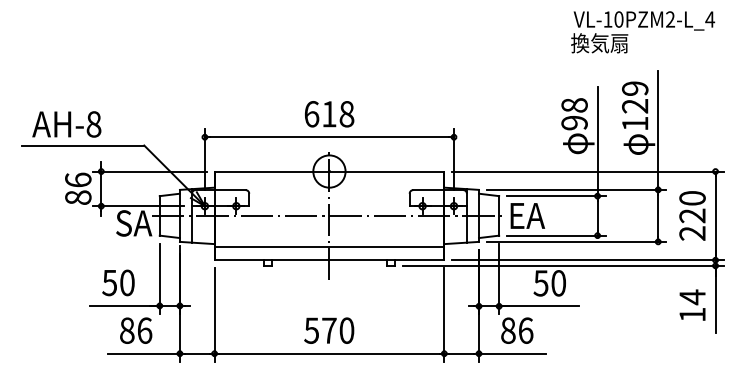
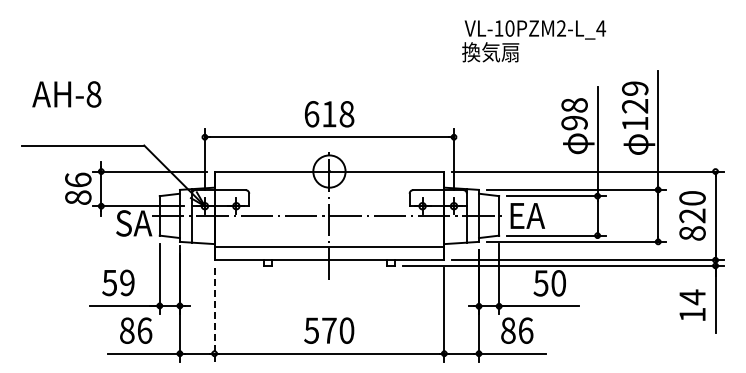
text at (643, 32) position: (643, 32) -> (534, 41)
text at (66, 124) position: (66, 124) -> (66, 94)
text at (692, 233): 220 -> 820
text at (127, 282): 50 -> 59
line at (214, 315): solid -> dashed
